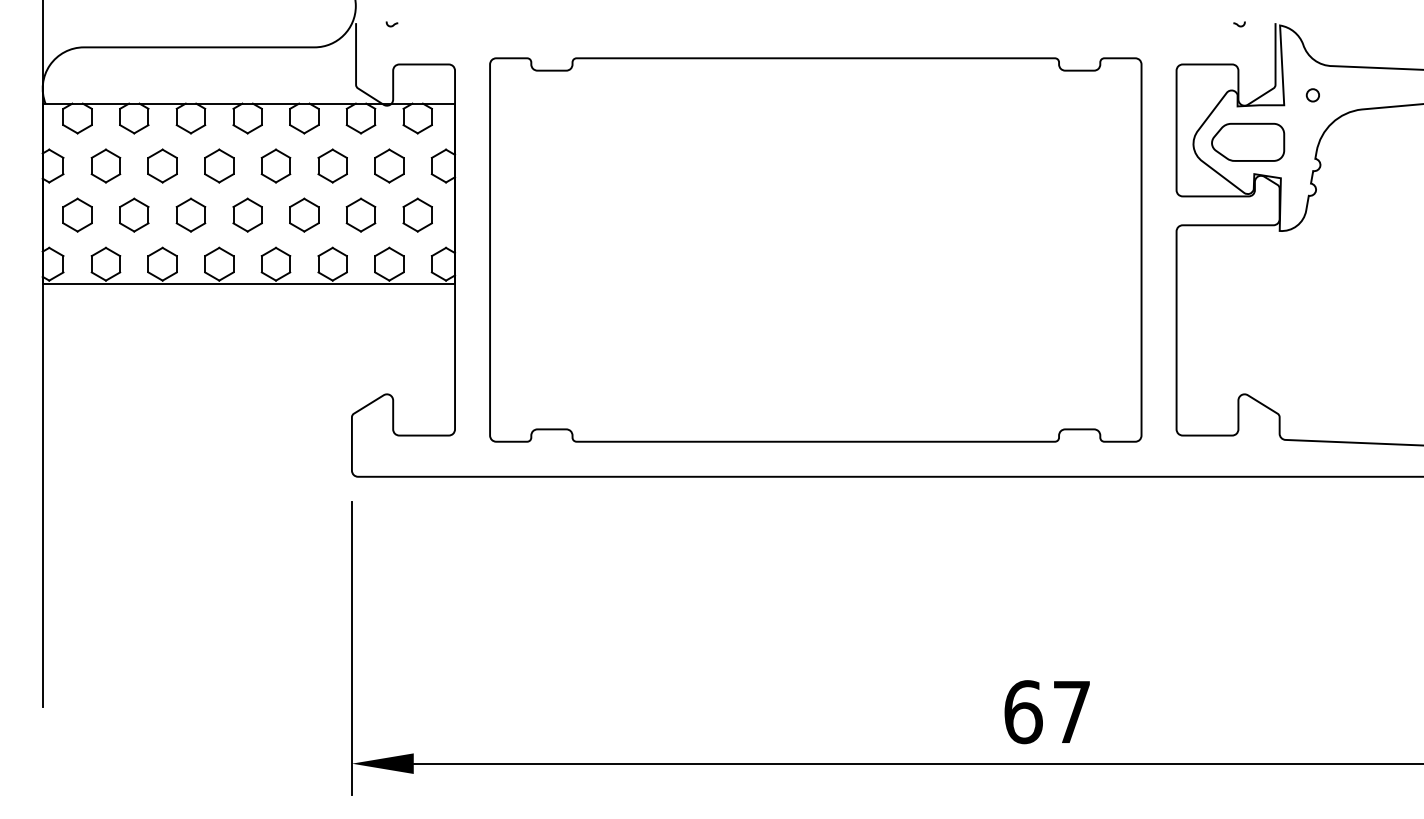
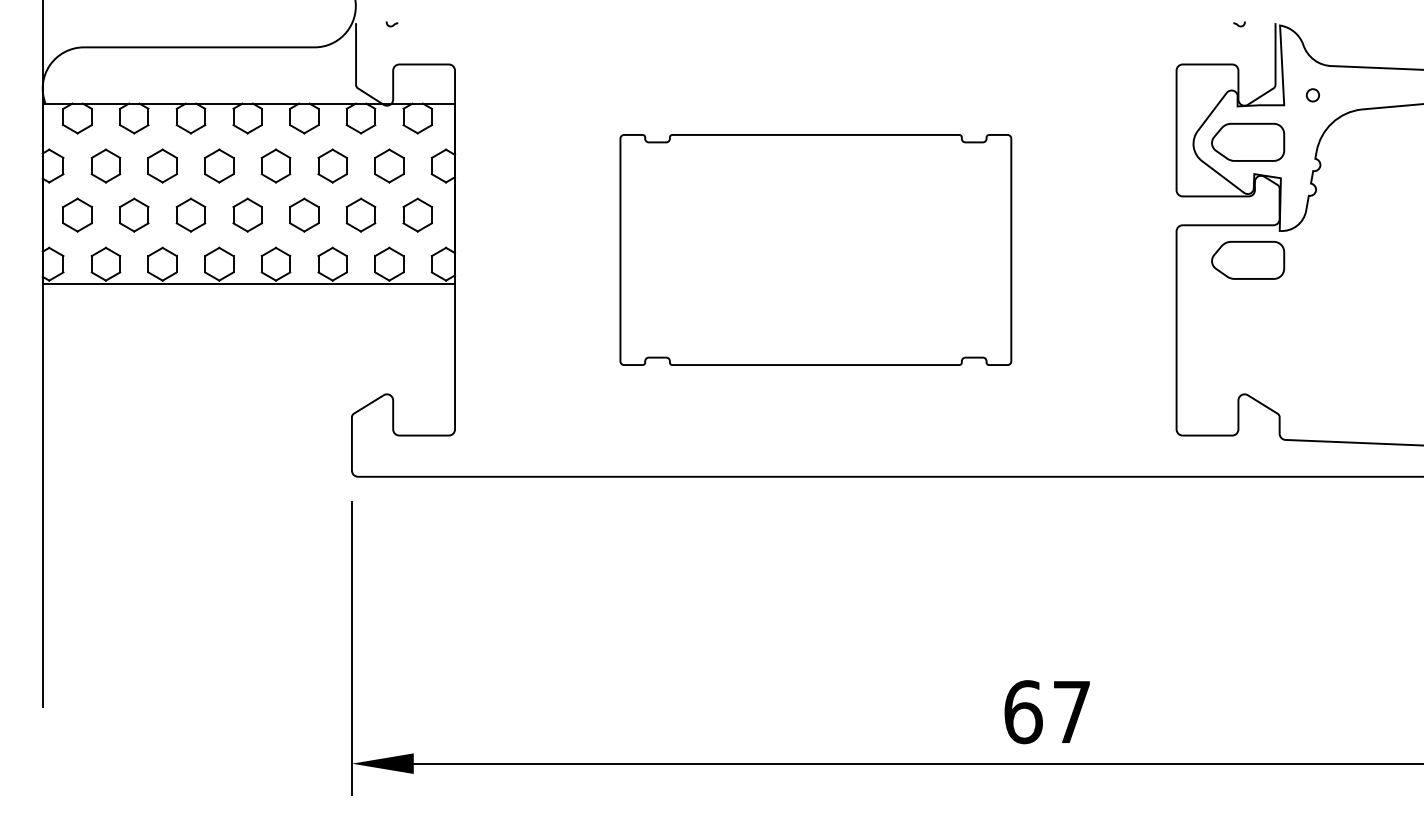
part at (815, 249) size: 654x386 px -> 394x232 px
part at (1248, 259): none -> present
